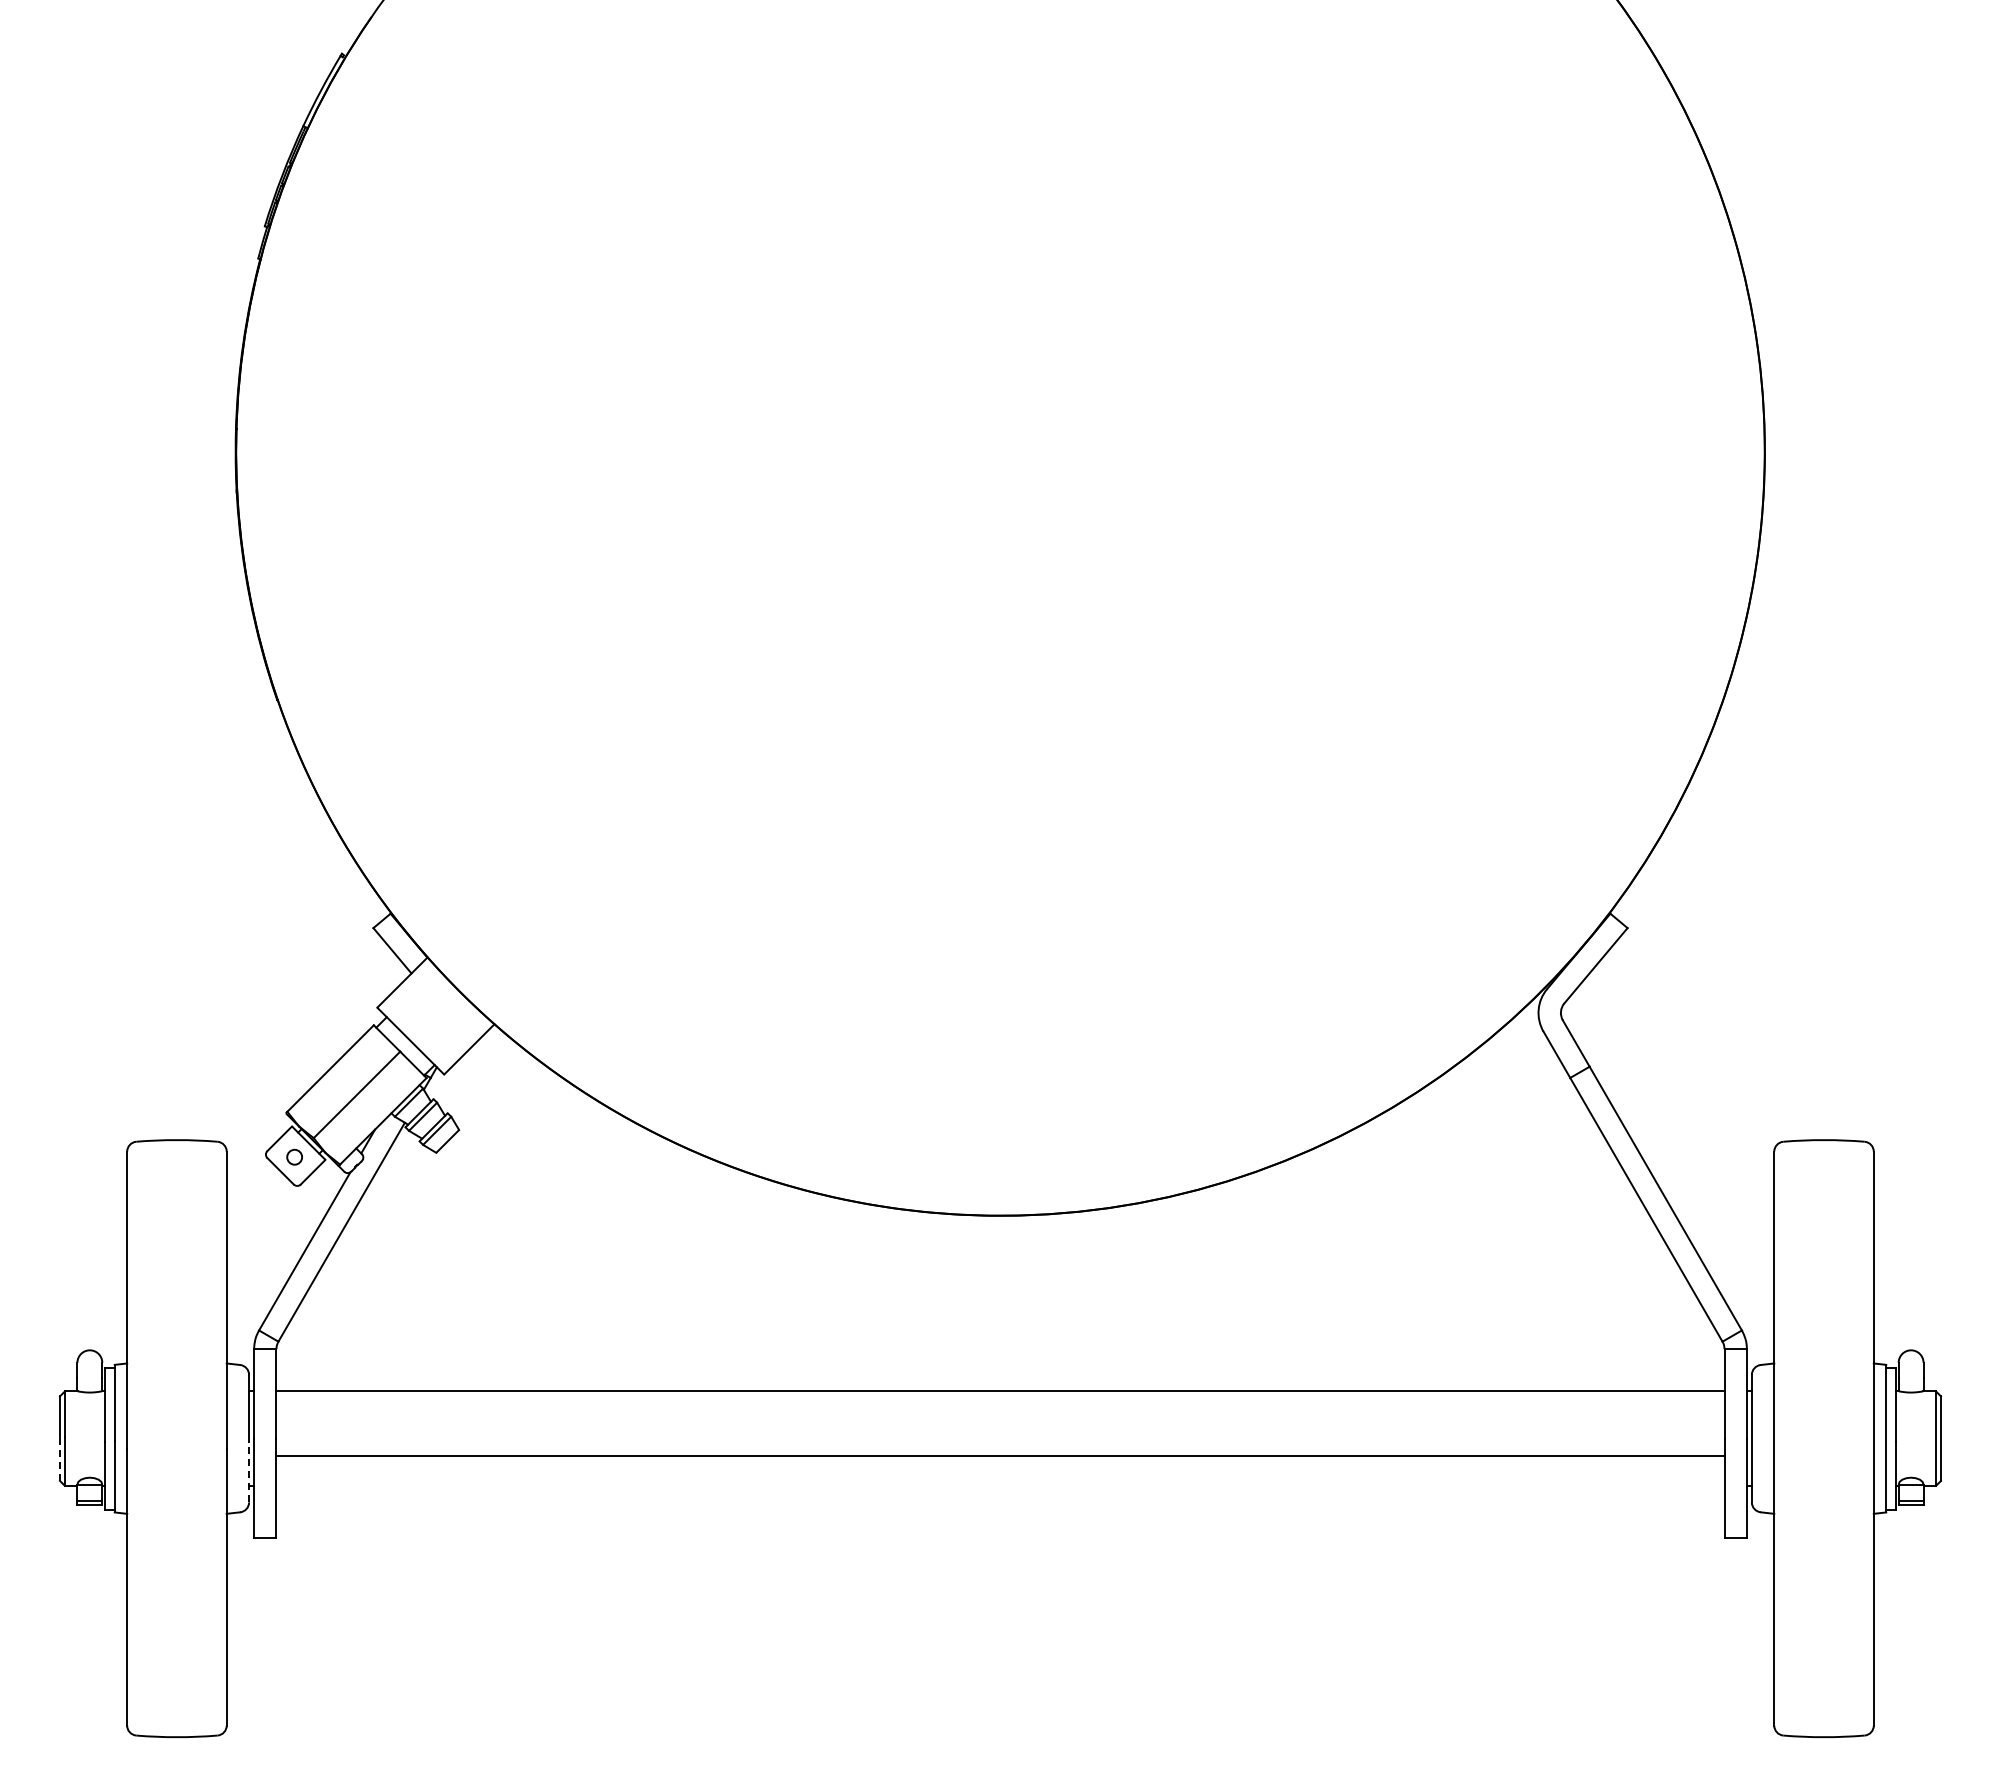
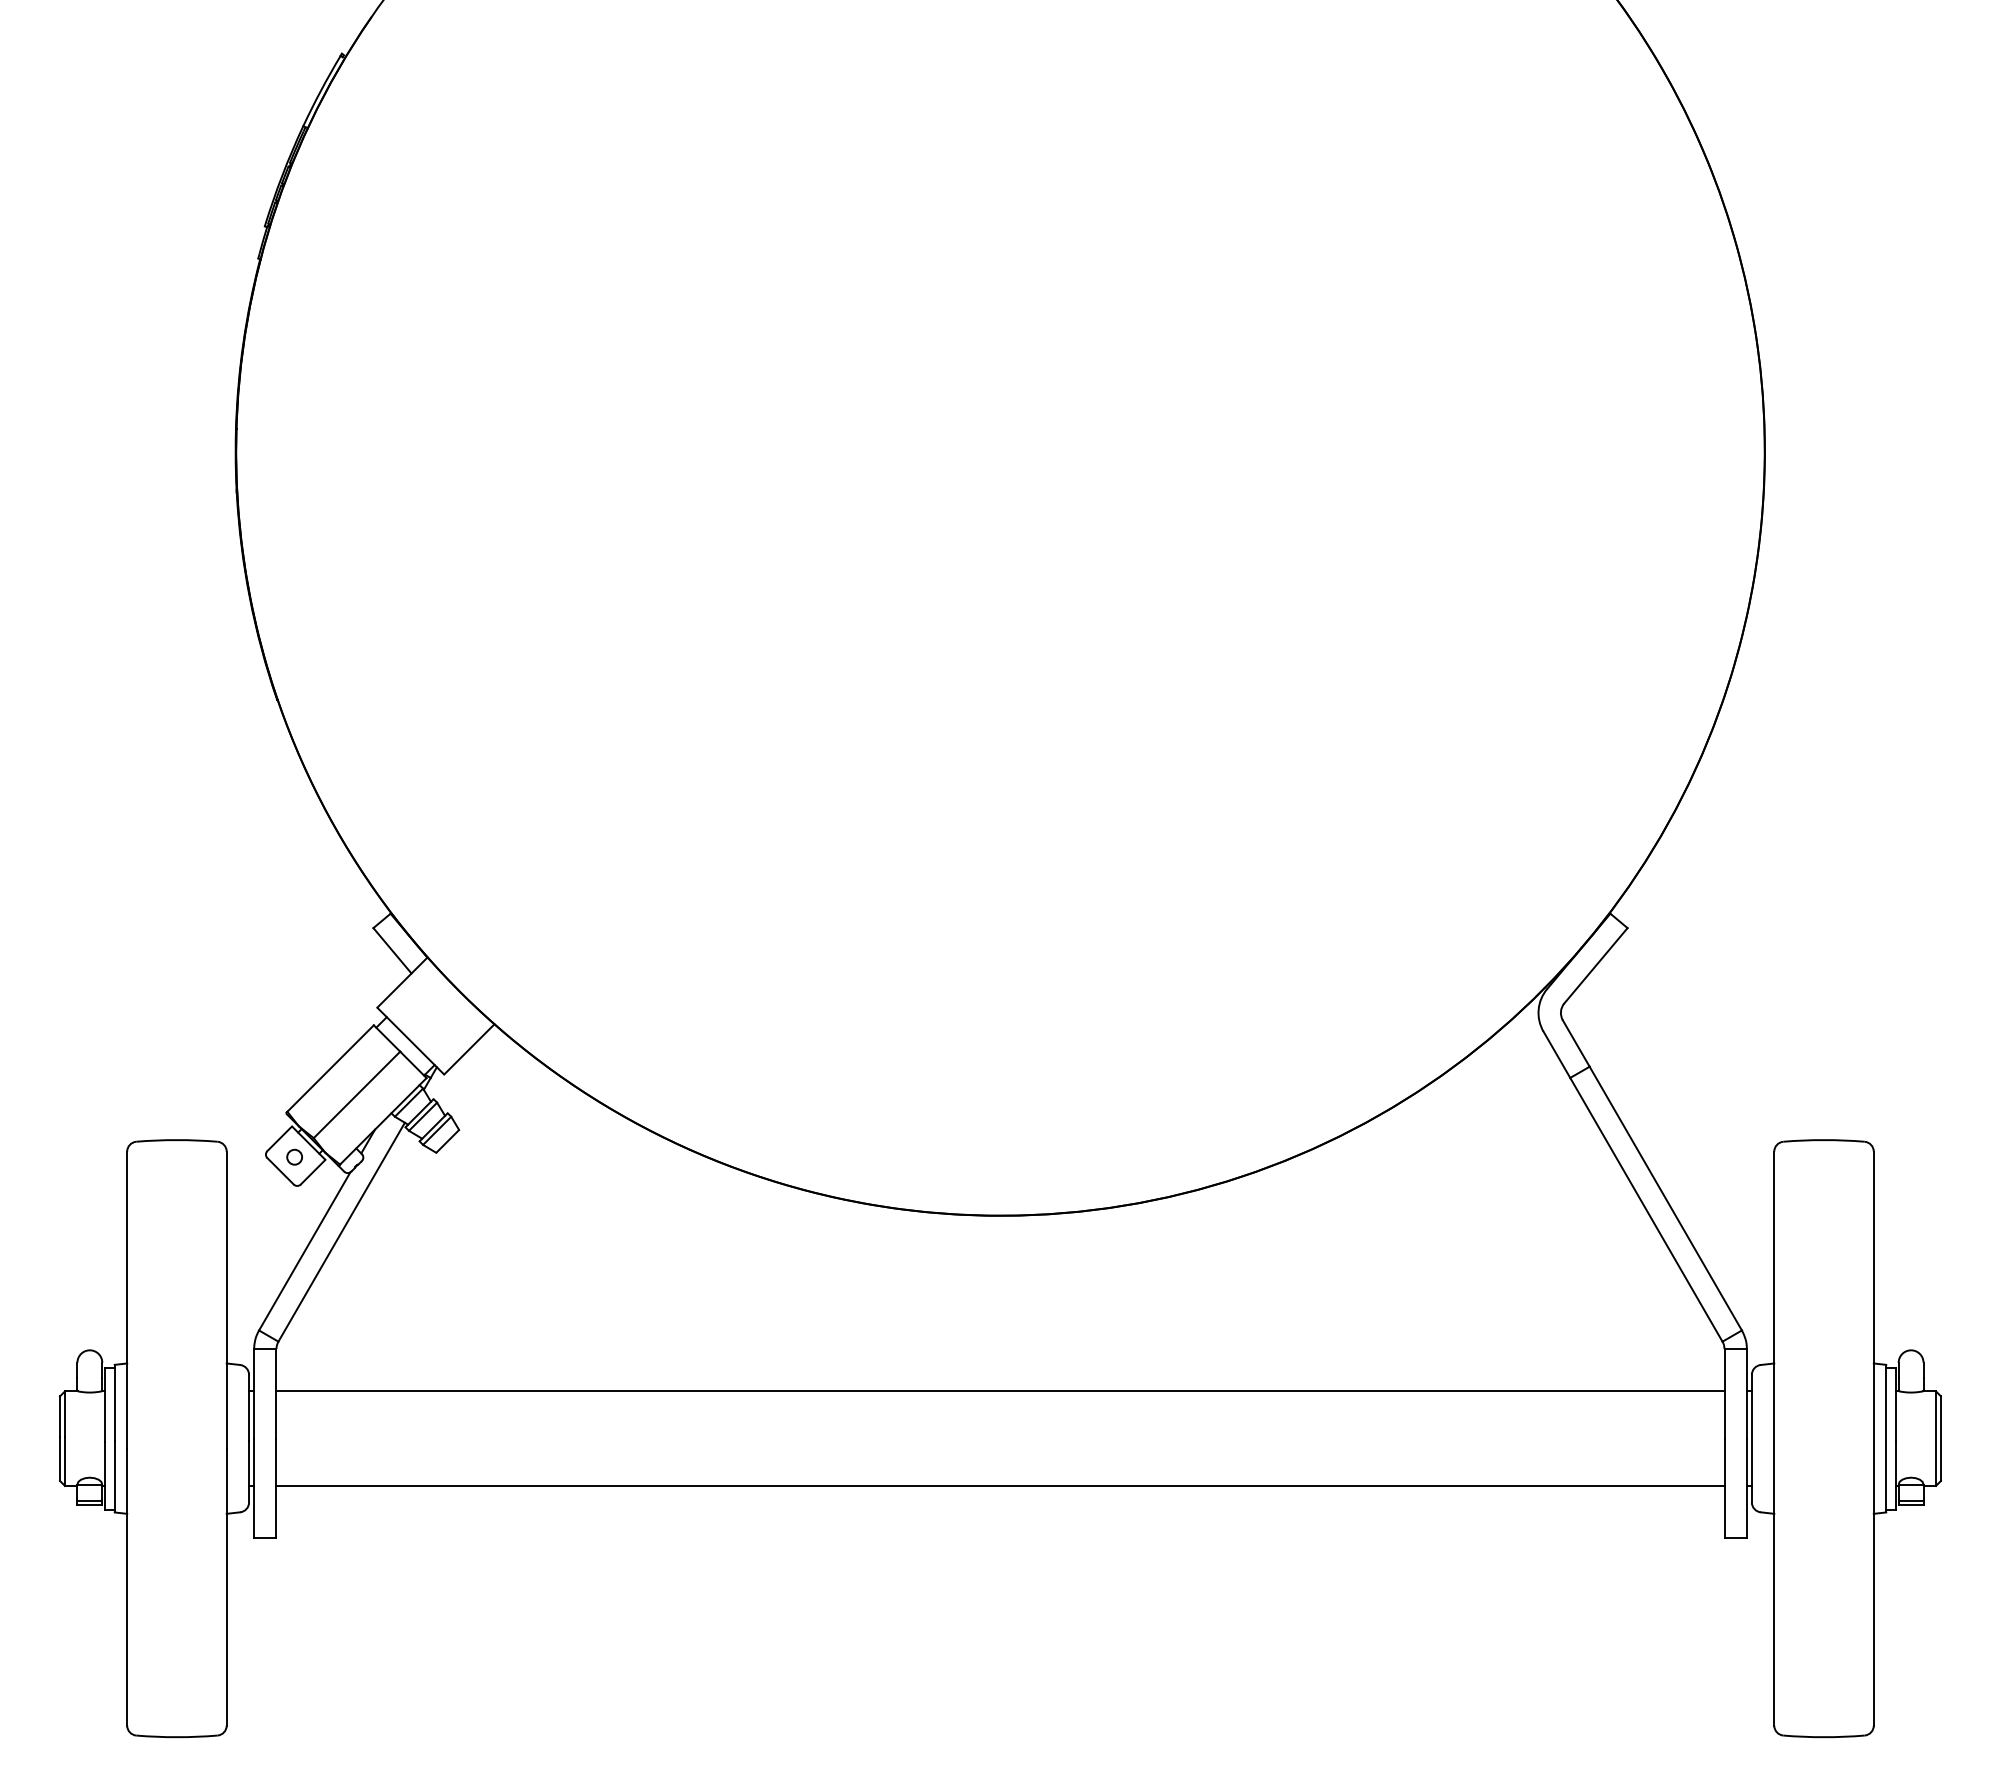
line at (1000, 1455) position: (1000, 1455) -> (1000, 1485)
line at (60, 1458): dashed -> solid
line at (249, 1471): dashed -> solid
